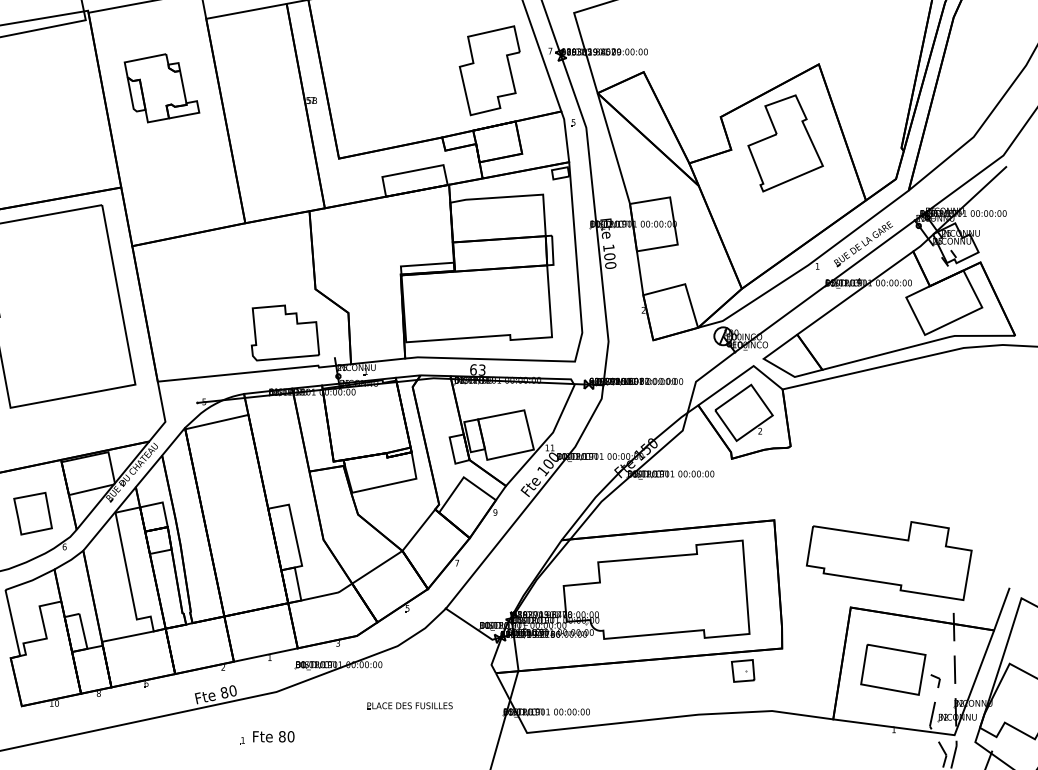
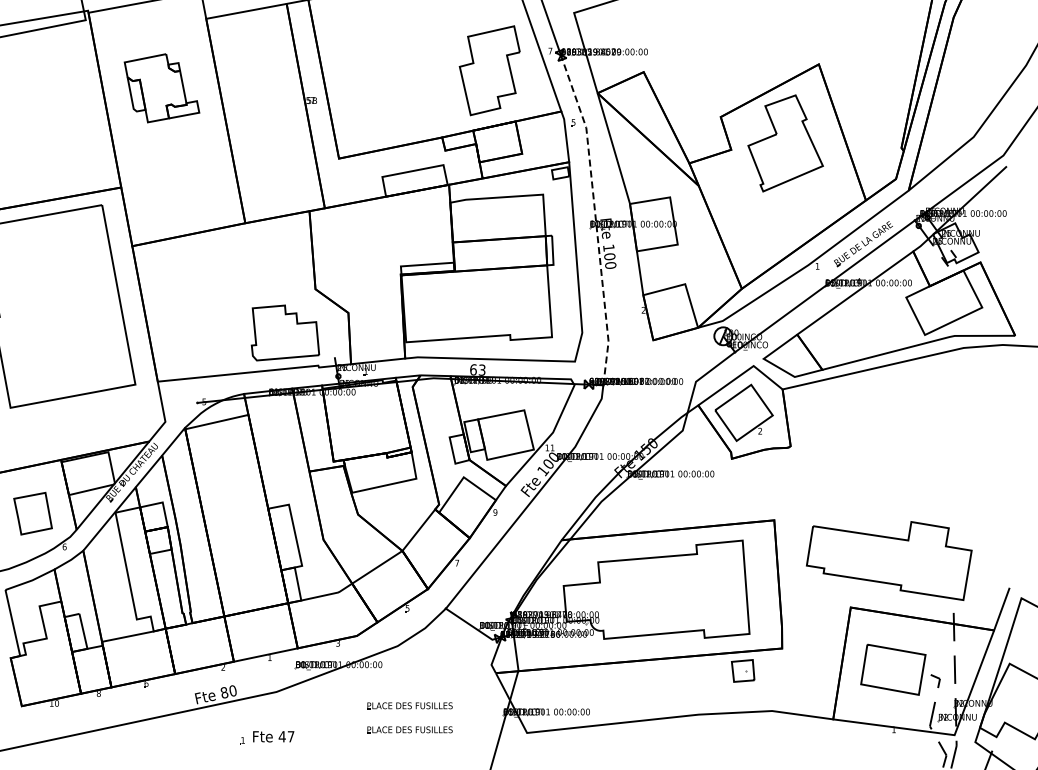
line at (595, 217): solid -> dashed
part at (409, 729): none -> present
text at (286, 736): 80 -> 47
